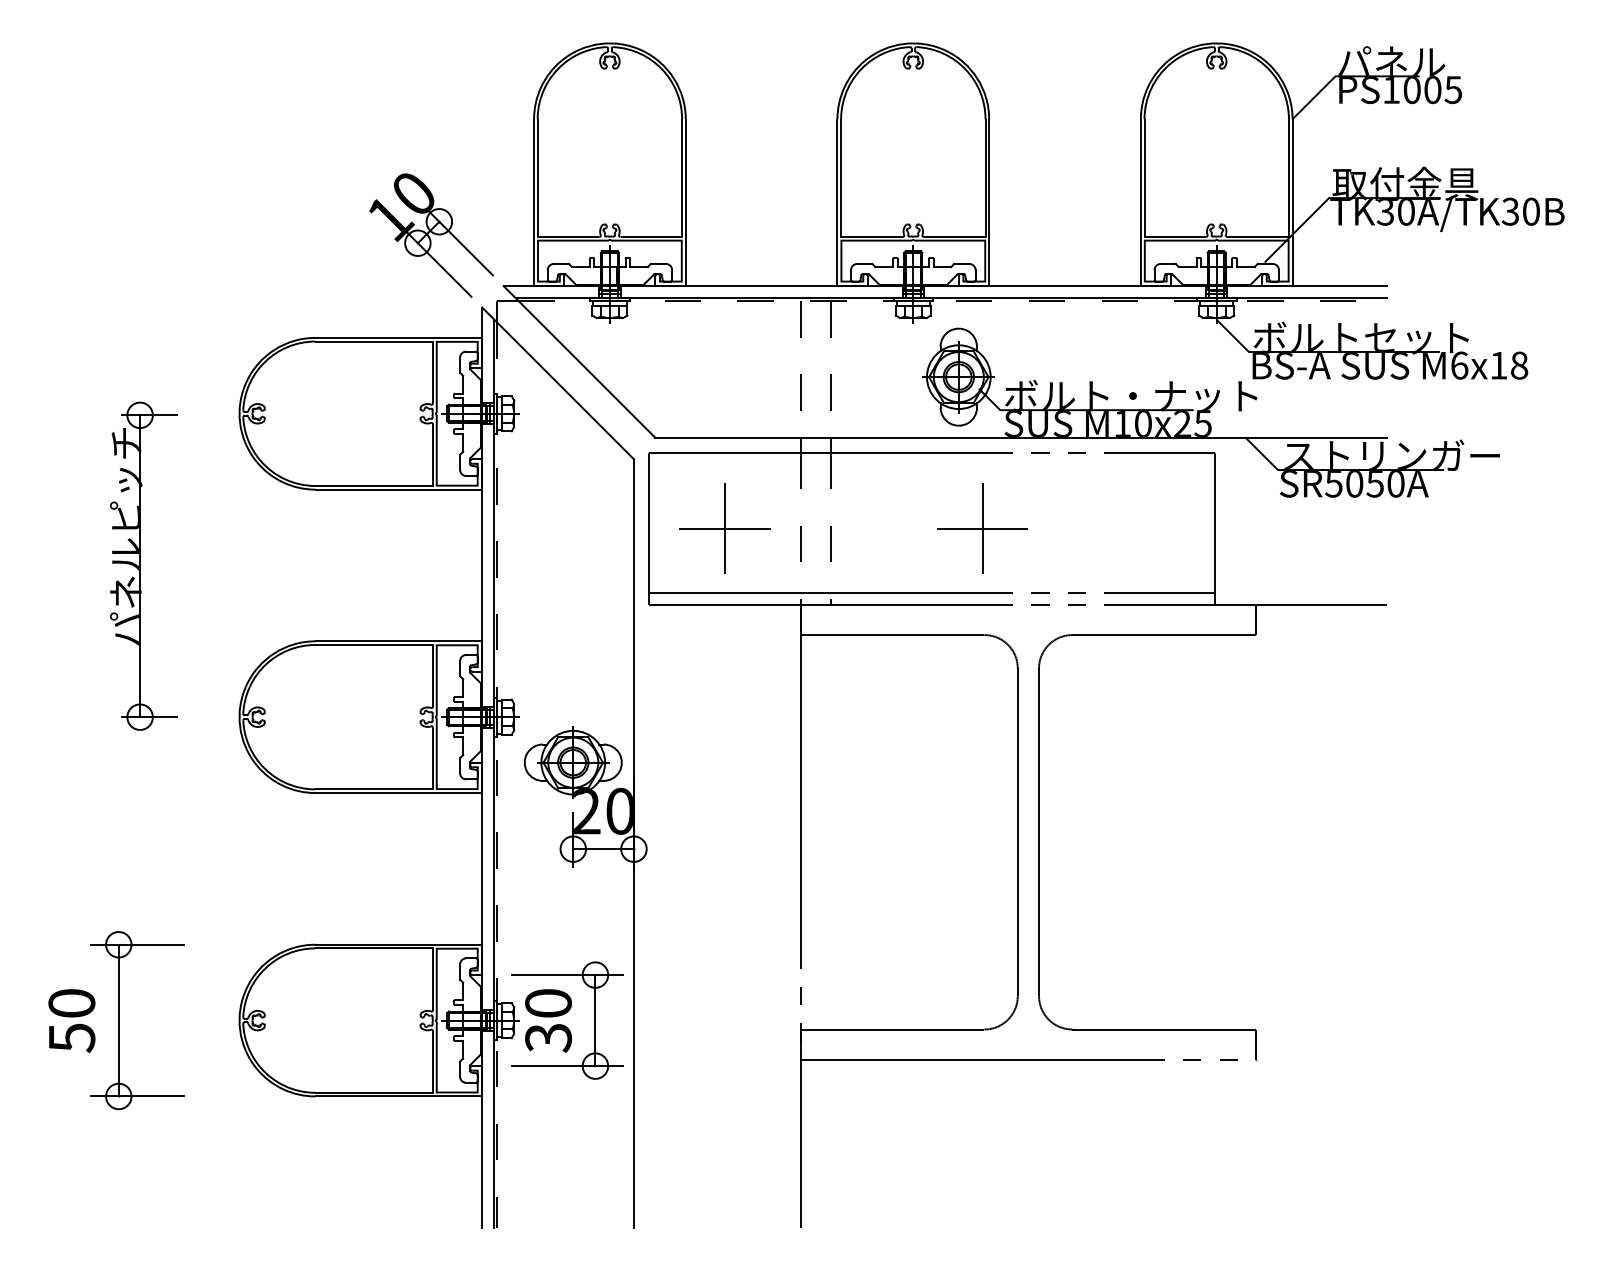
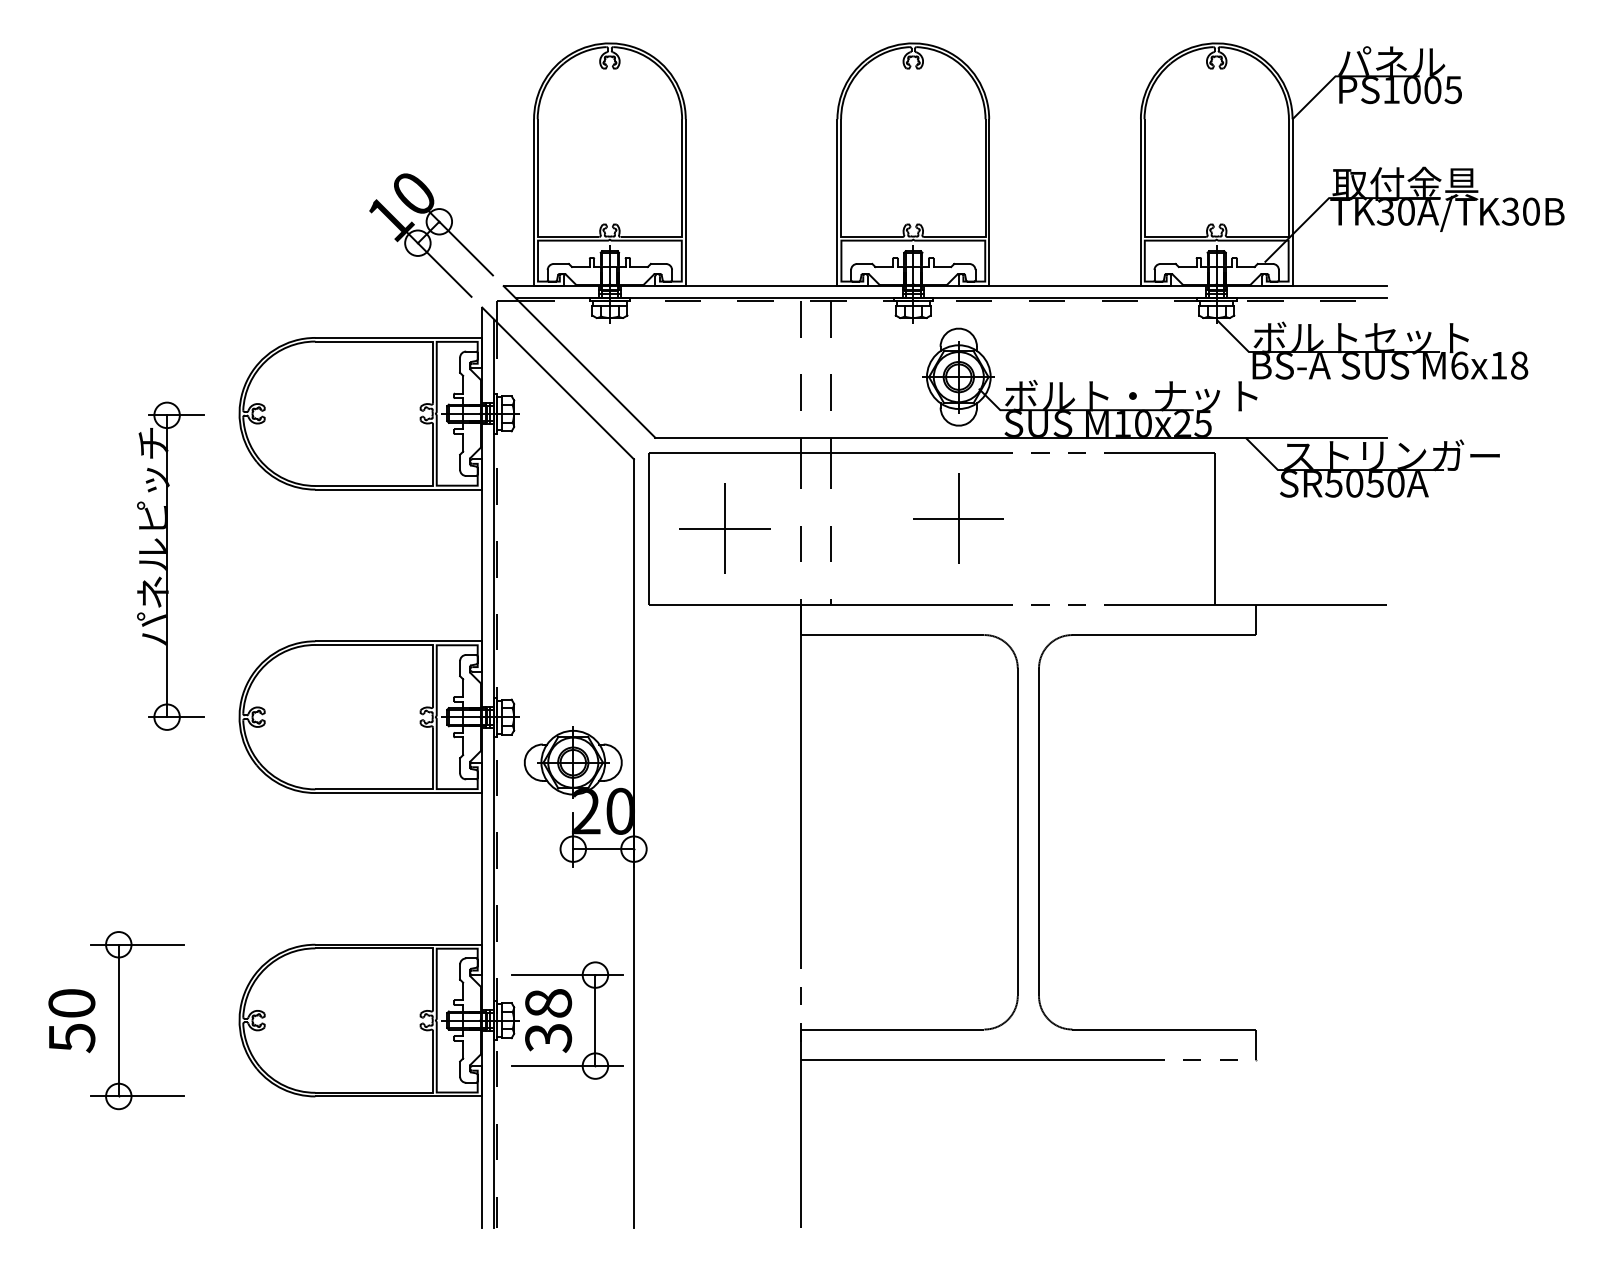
part at (982, 528) position: (982, 528) -> (958, 518)
part at (143, 565) position: (143, 565) -> (170, 565)
line at (932, 592): present -> none
text at (548, 1003): 30 -> 38
